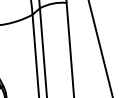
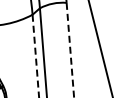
line at (70, 50): solid -> dashed
line at (35, 56): solid -> dashed
